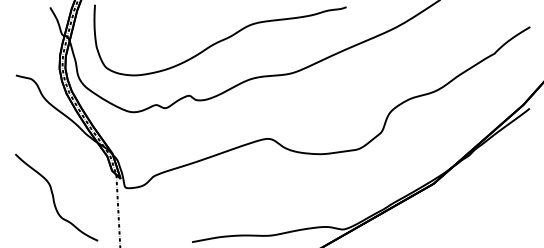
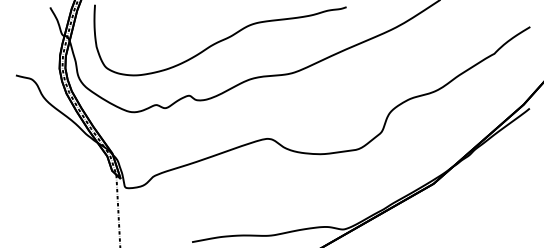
curve at (54, 197): present -> none
